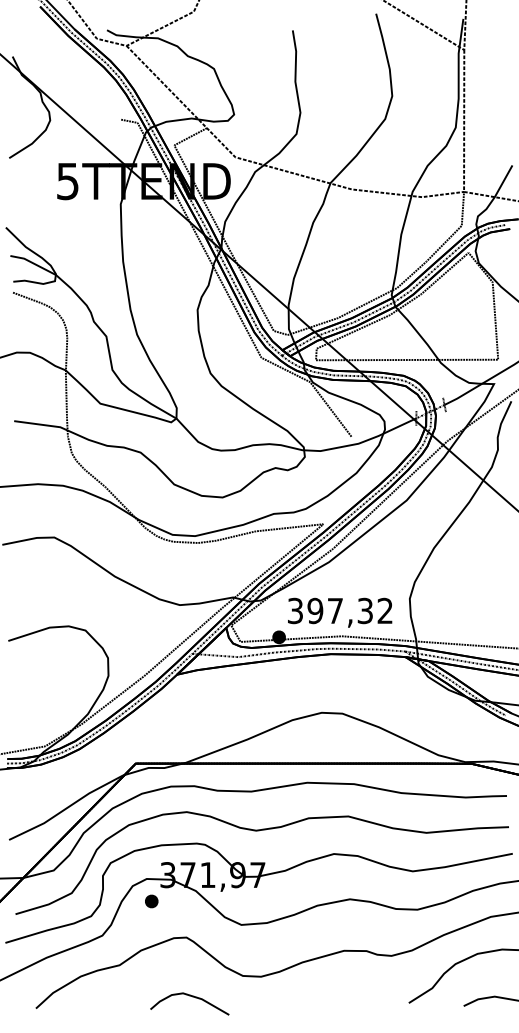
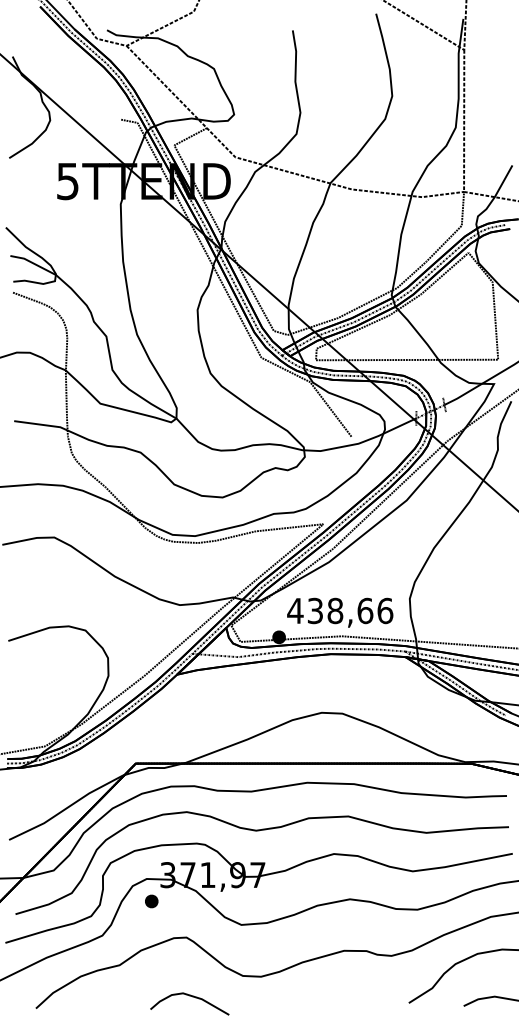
text at (340, 610): 397,32 -> 438,66
